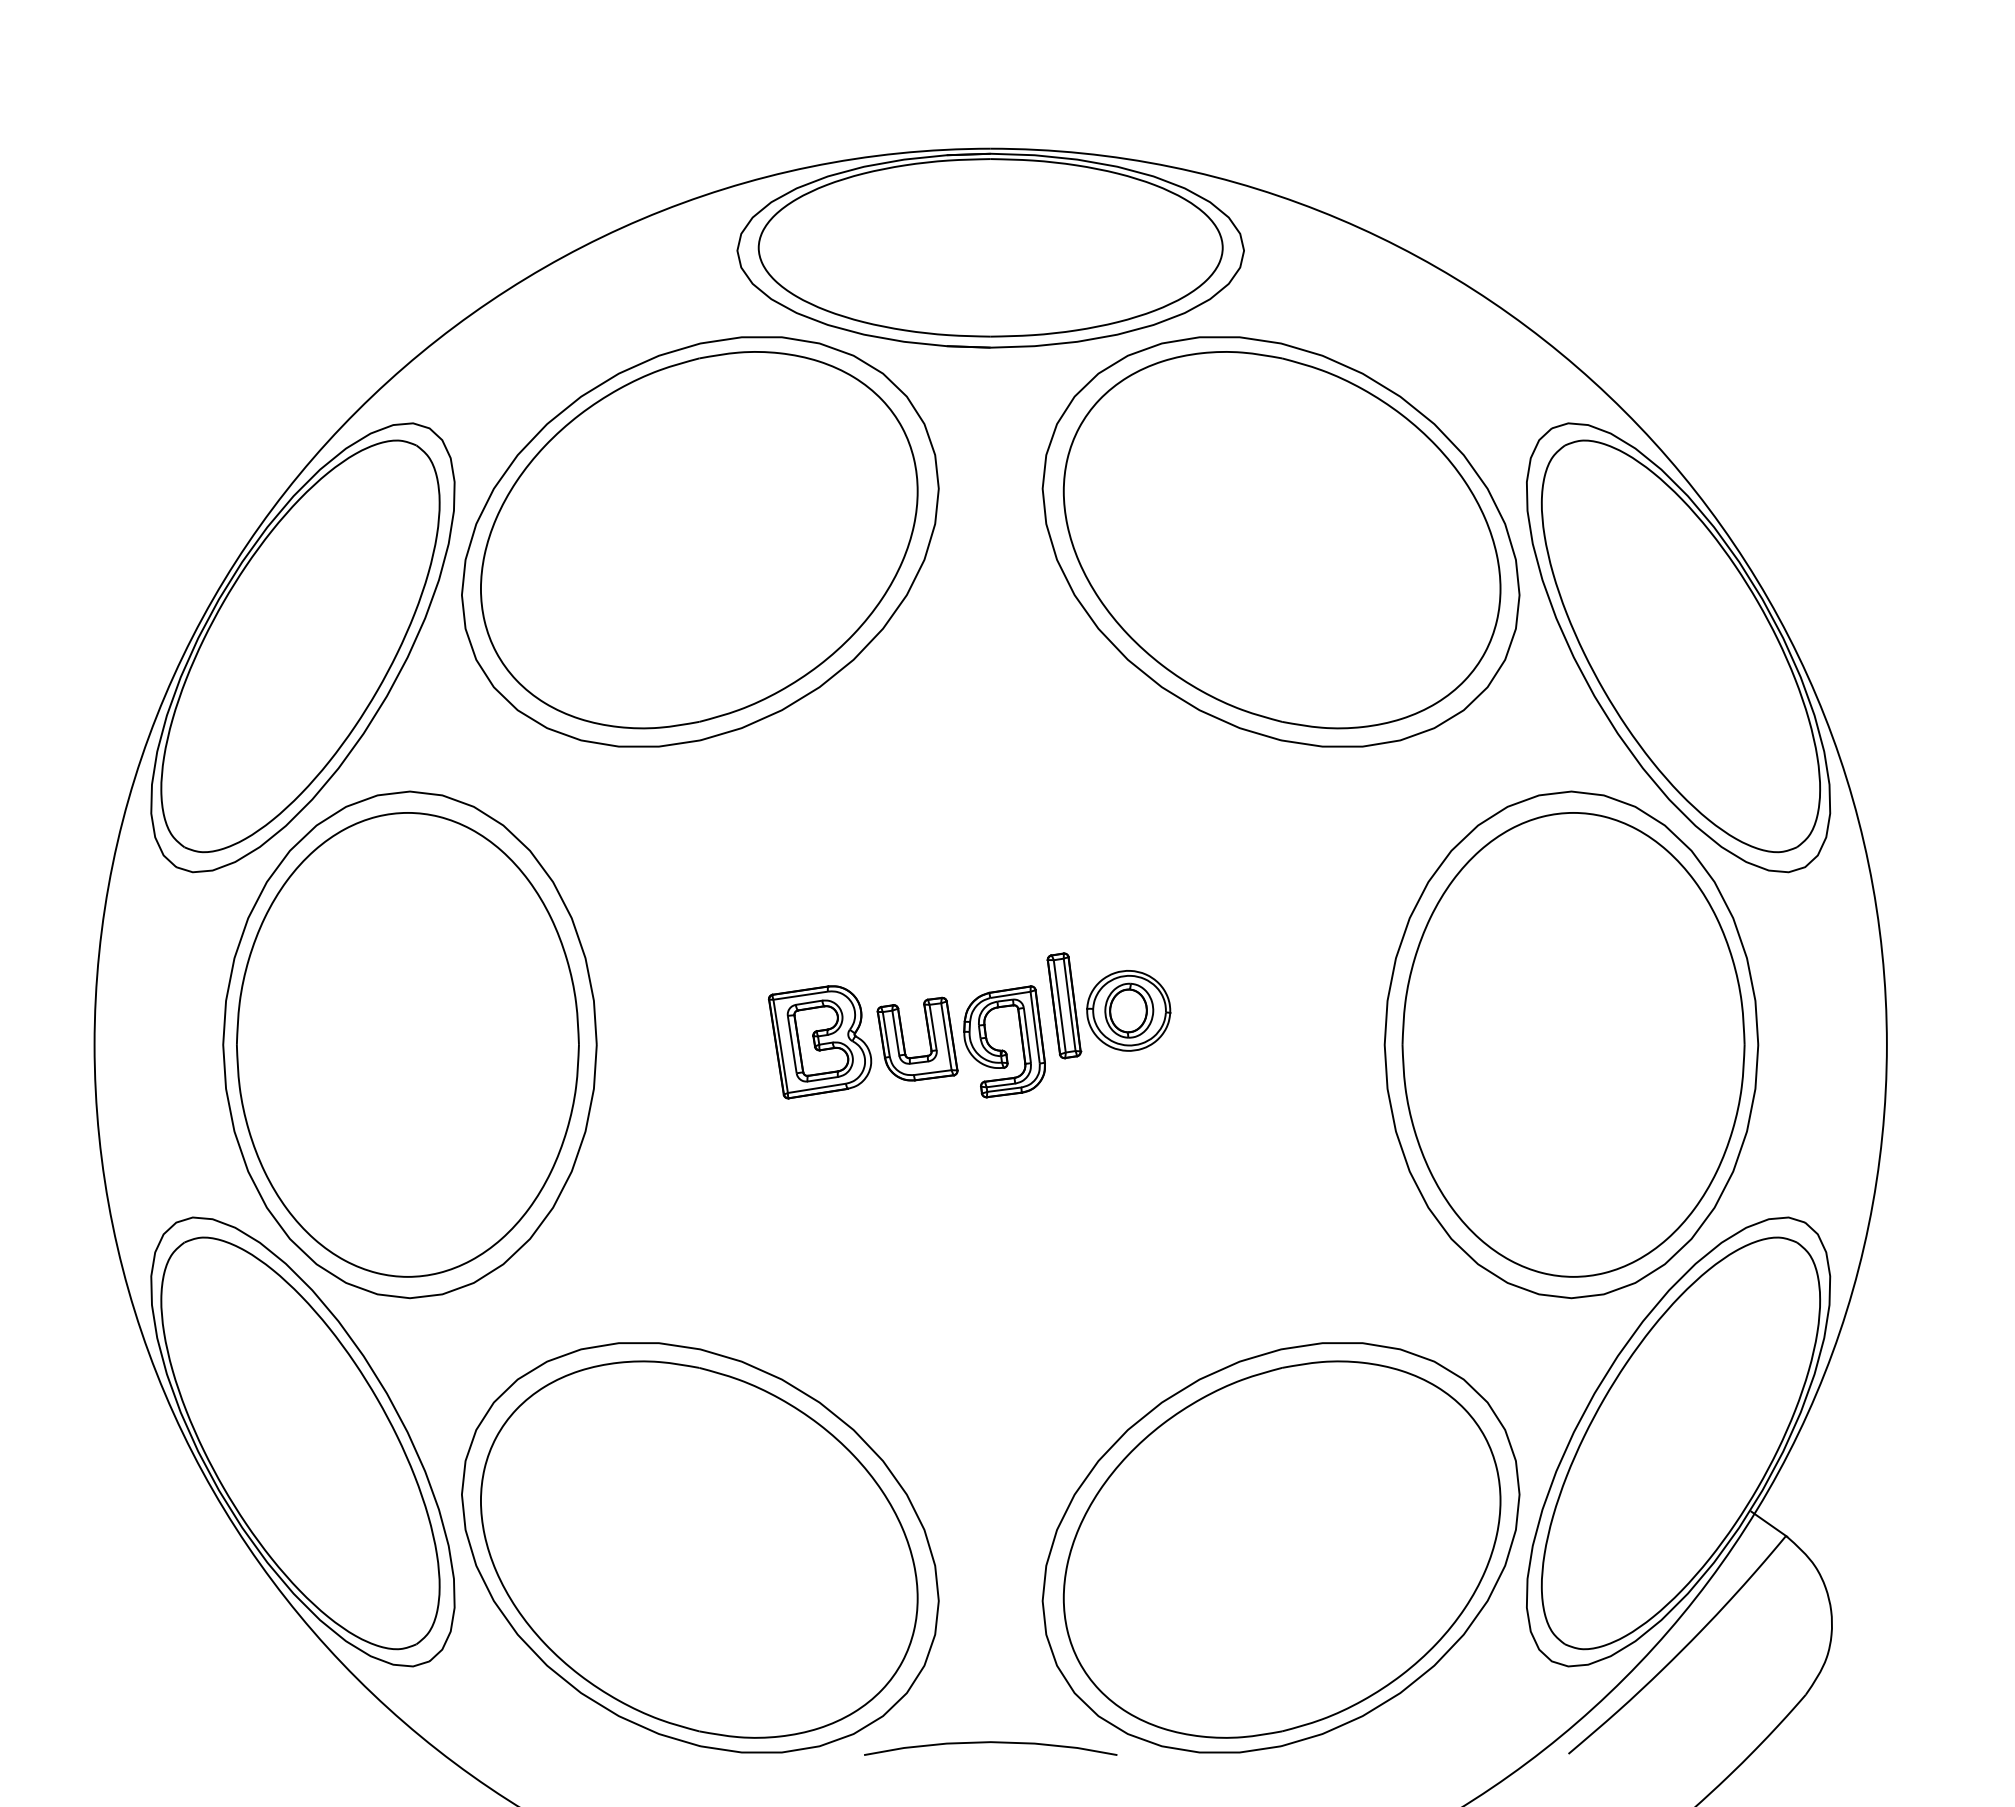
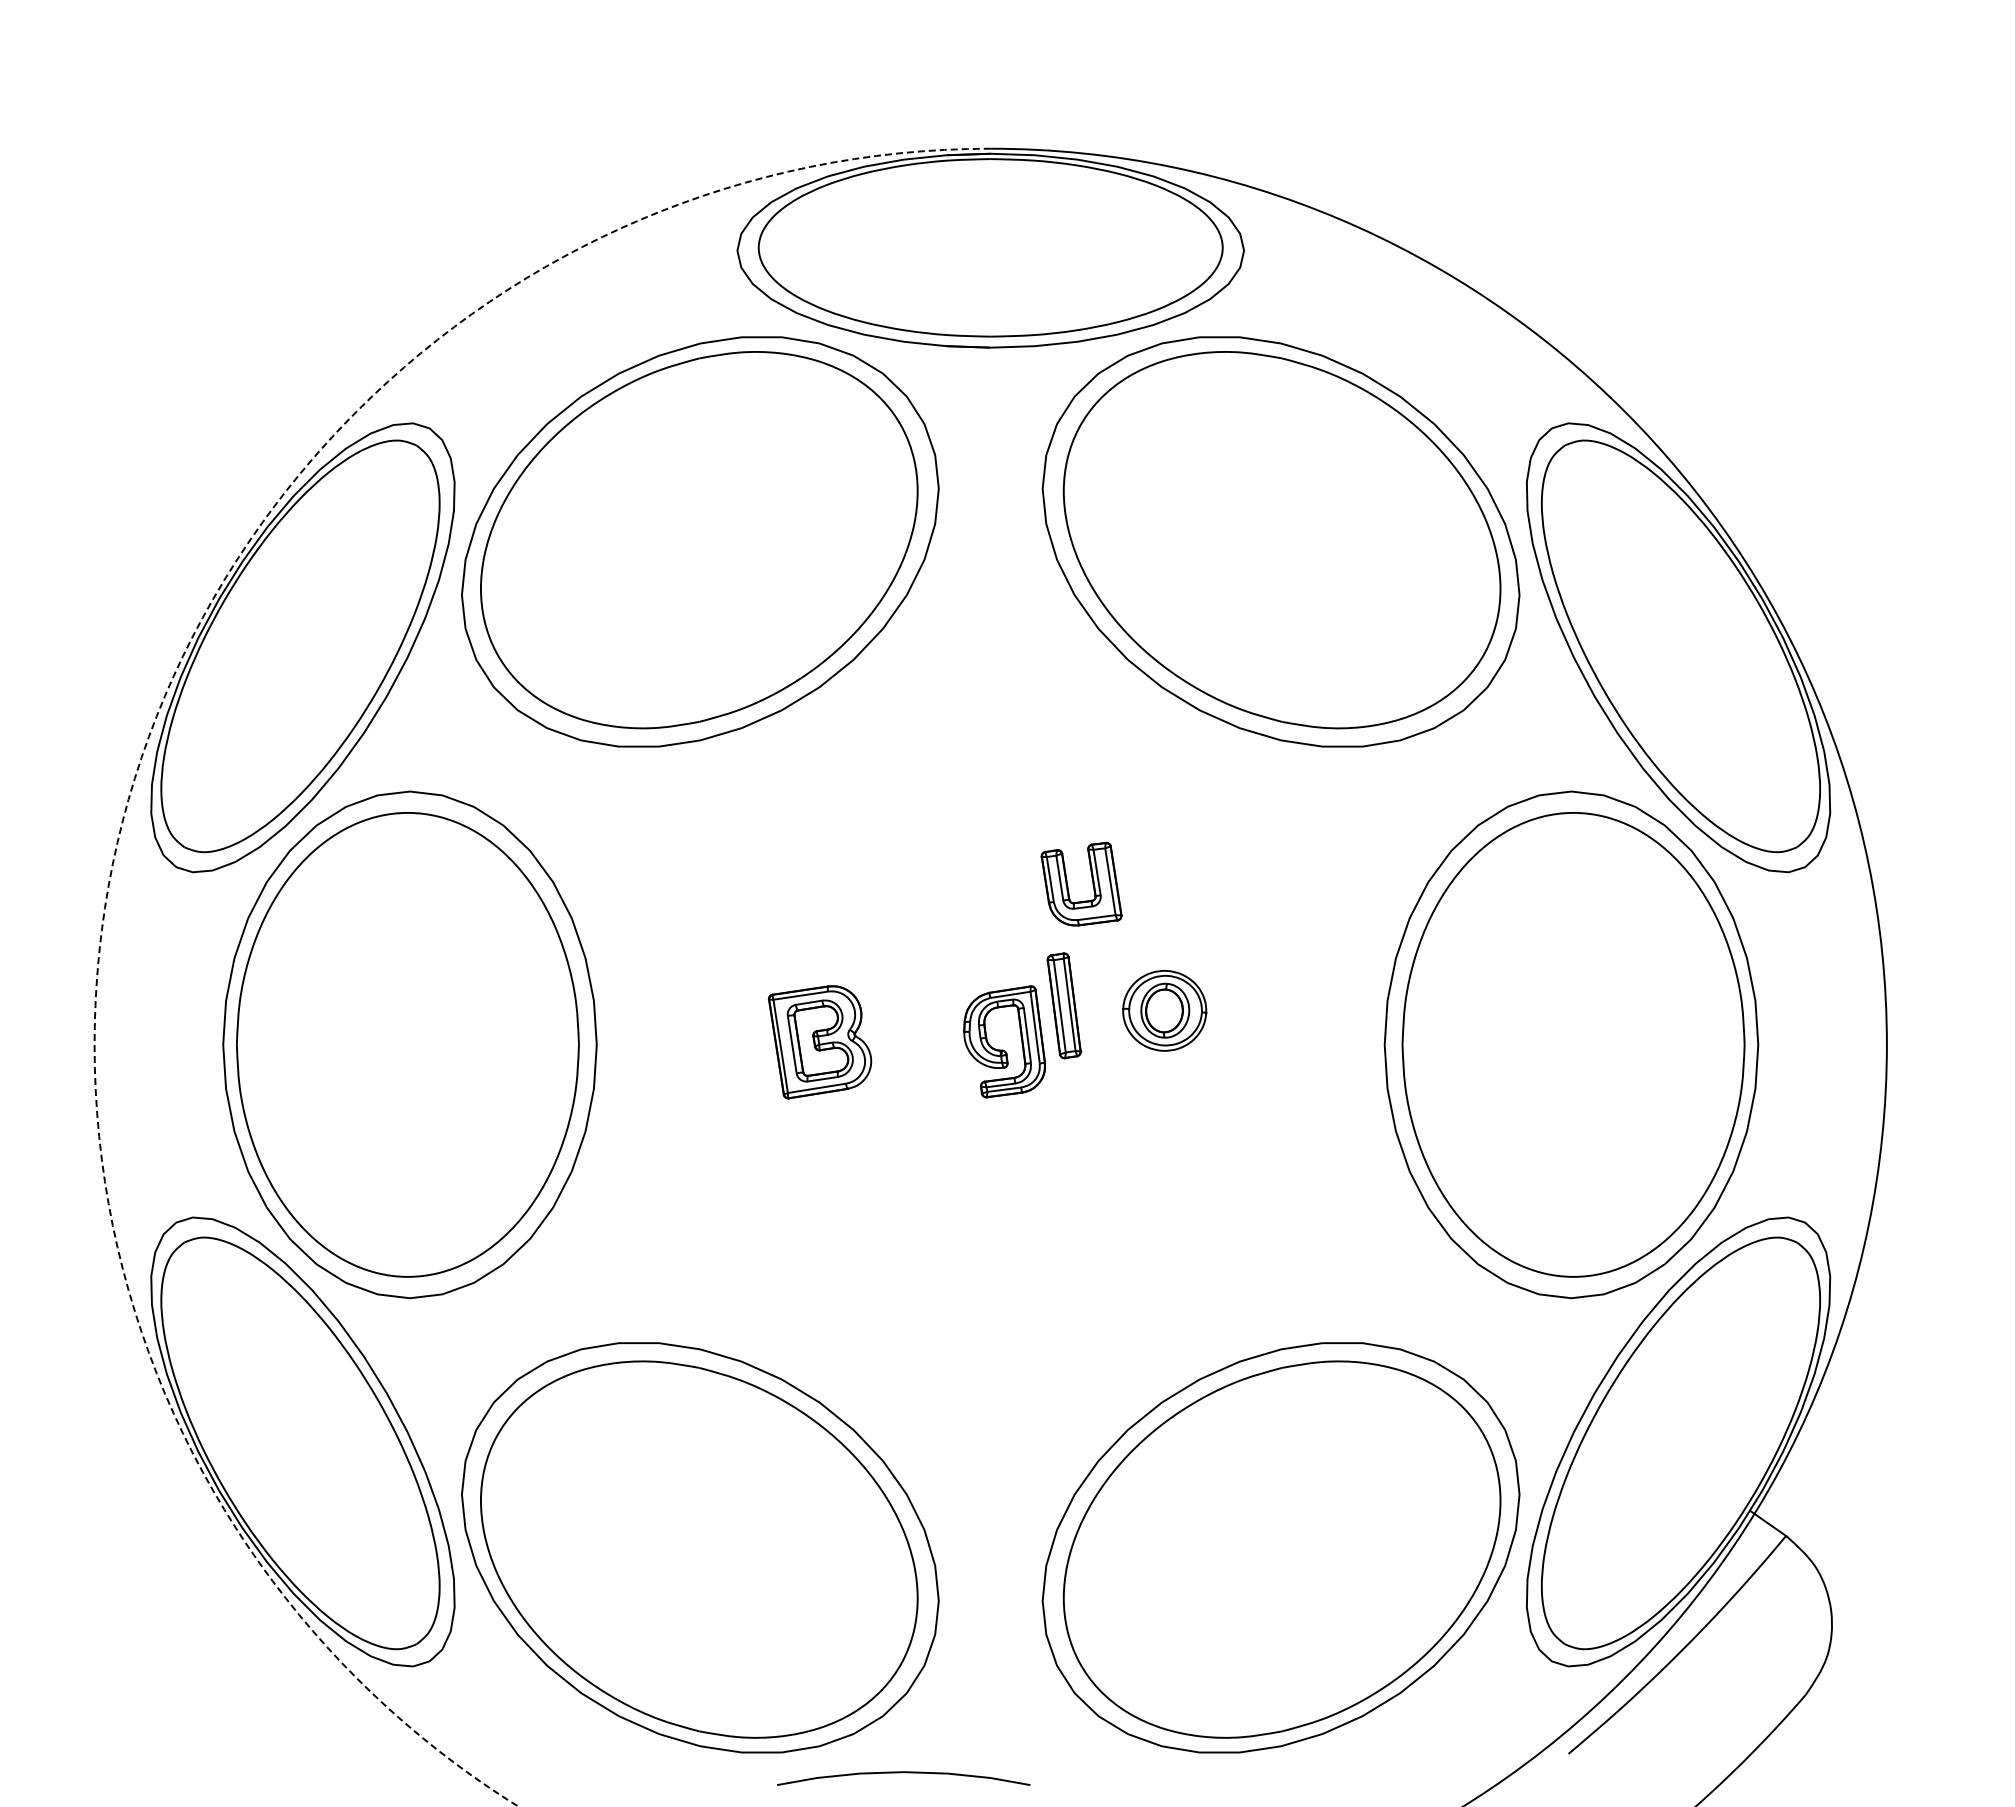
arc at (128, 800): solid -> dashed
part at (1128, 1010) position: (1128, 1010) -> (1164, 1010)
part at (928, 1038) position: (928, 1038) -> (1092, 883)
curve at (989, 1743) position: (989, 1743) -> (902, 1773)
